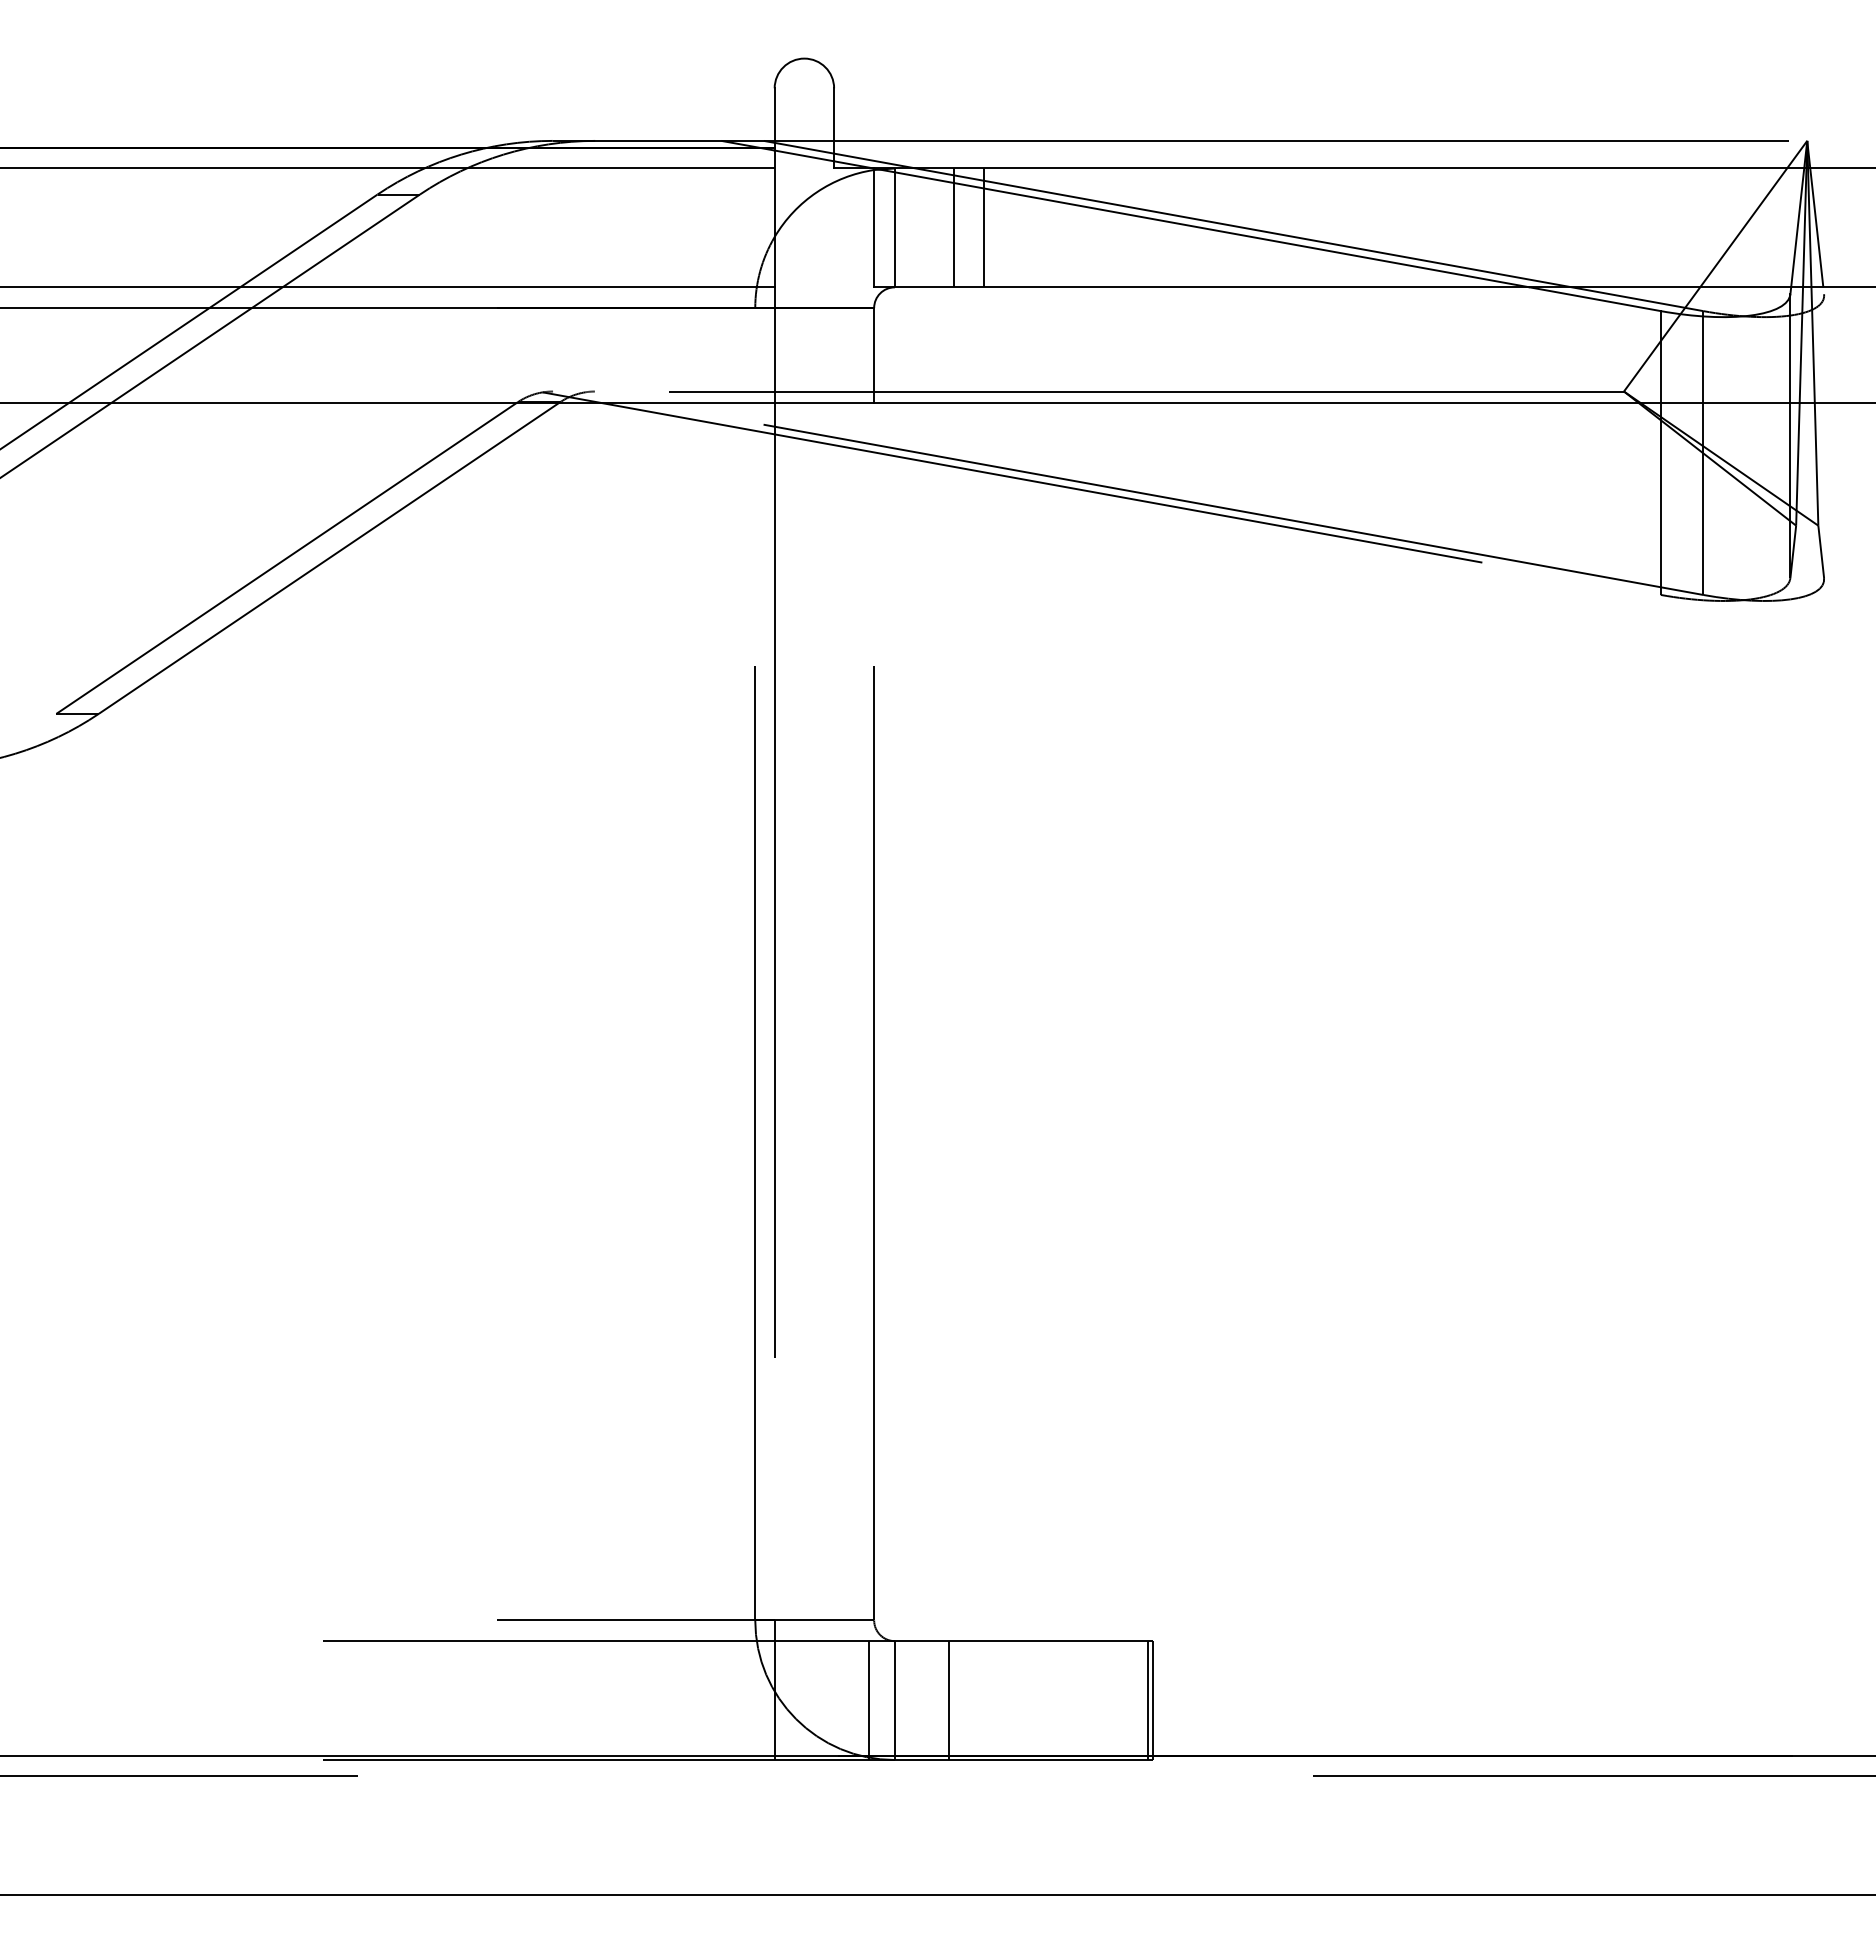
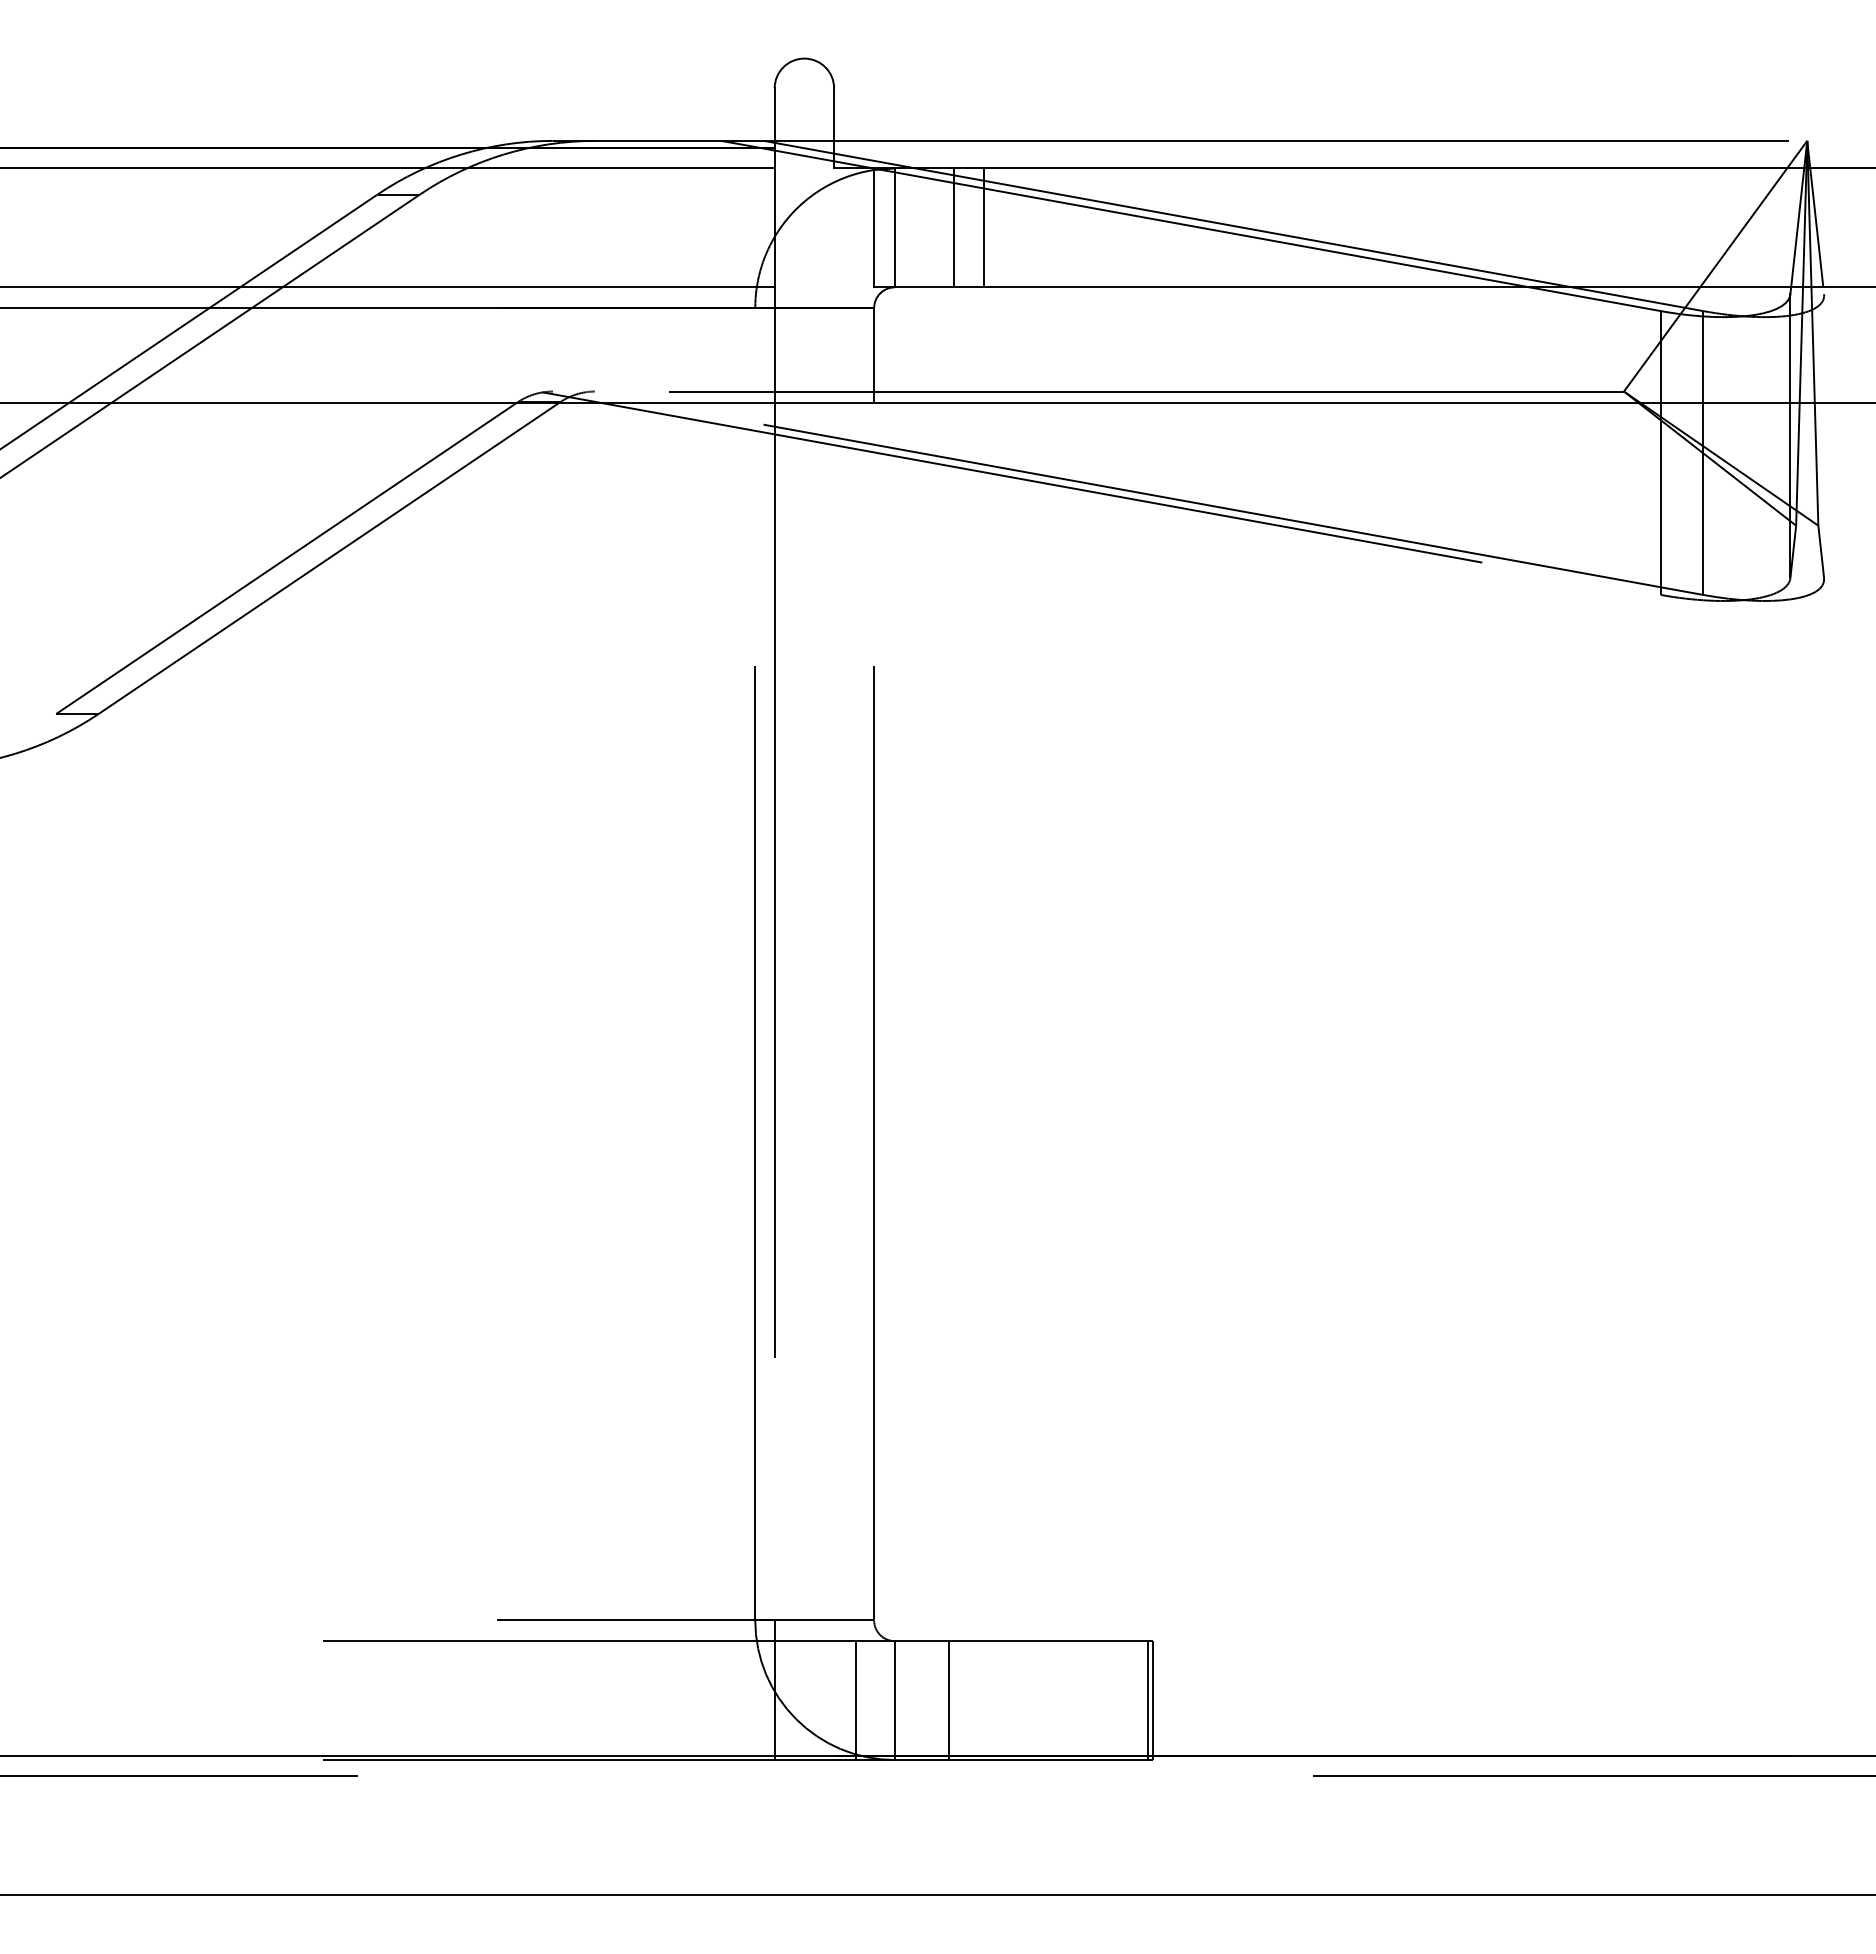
line at (869, 1700) position: (869, 1700) -> (856, 1700)
